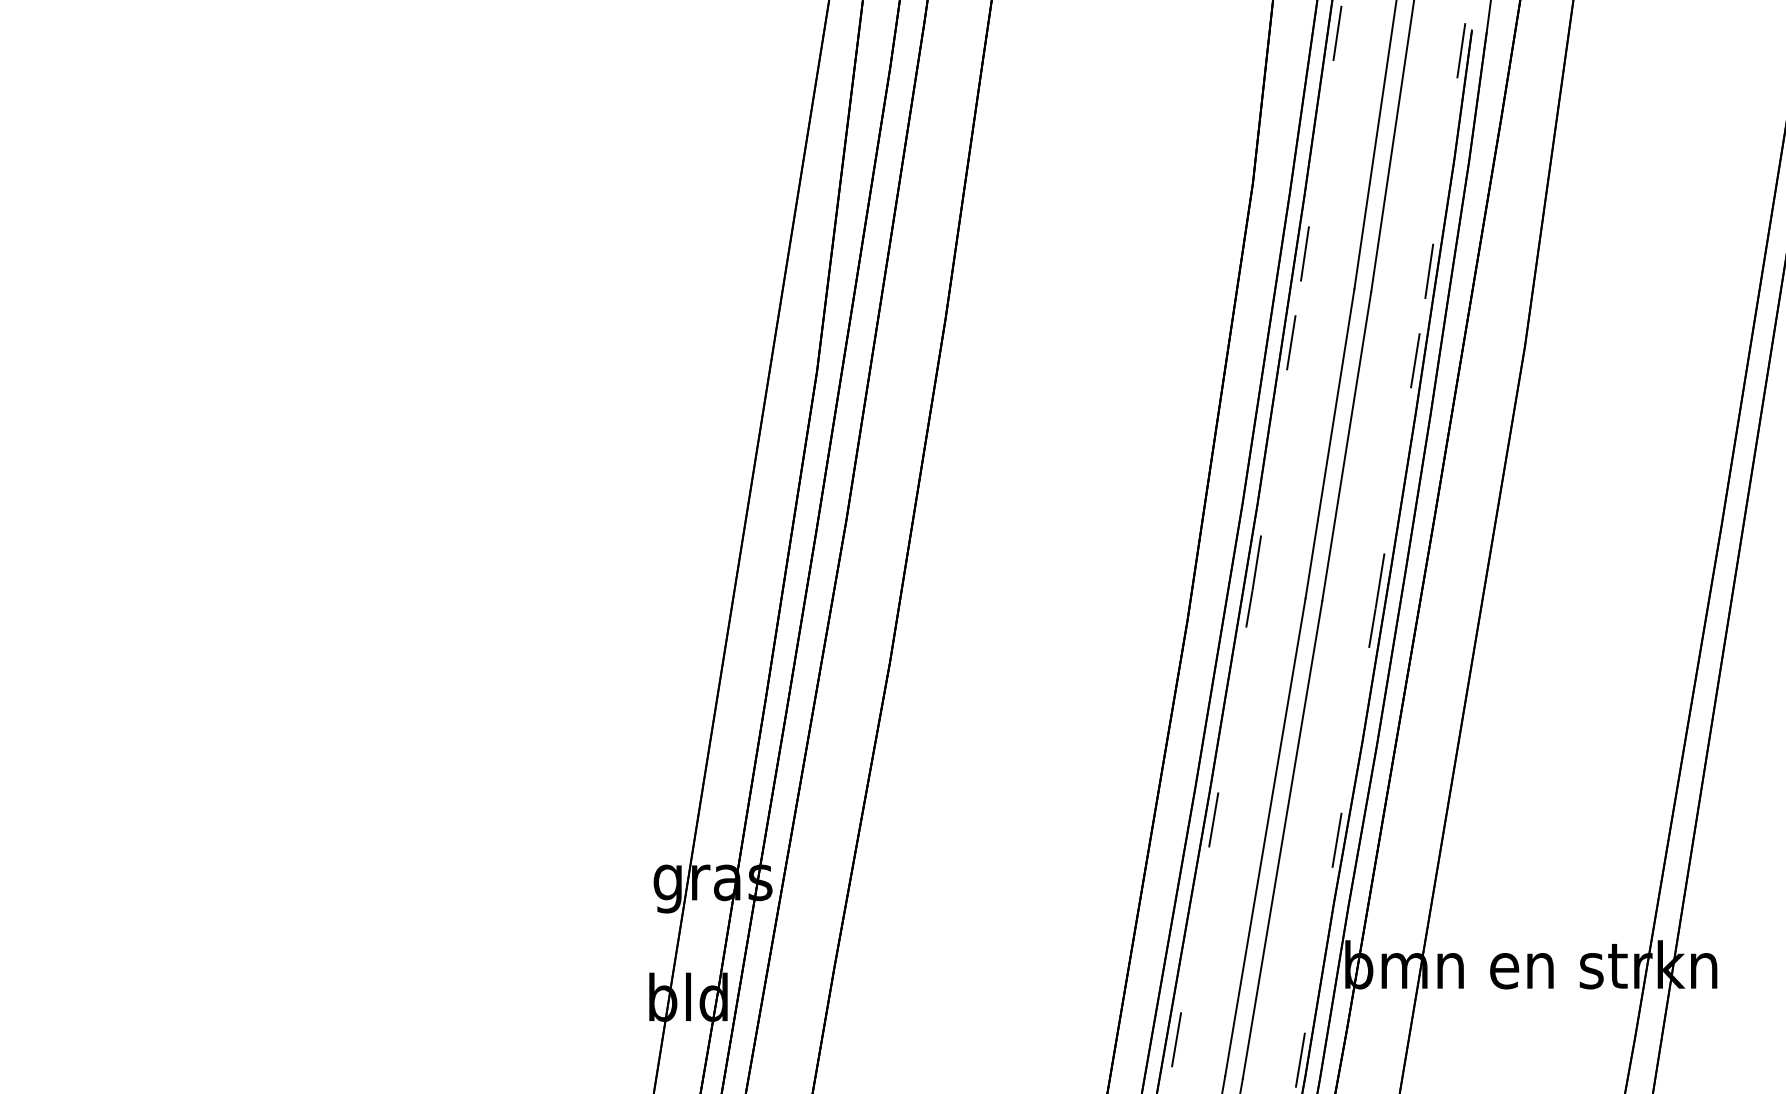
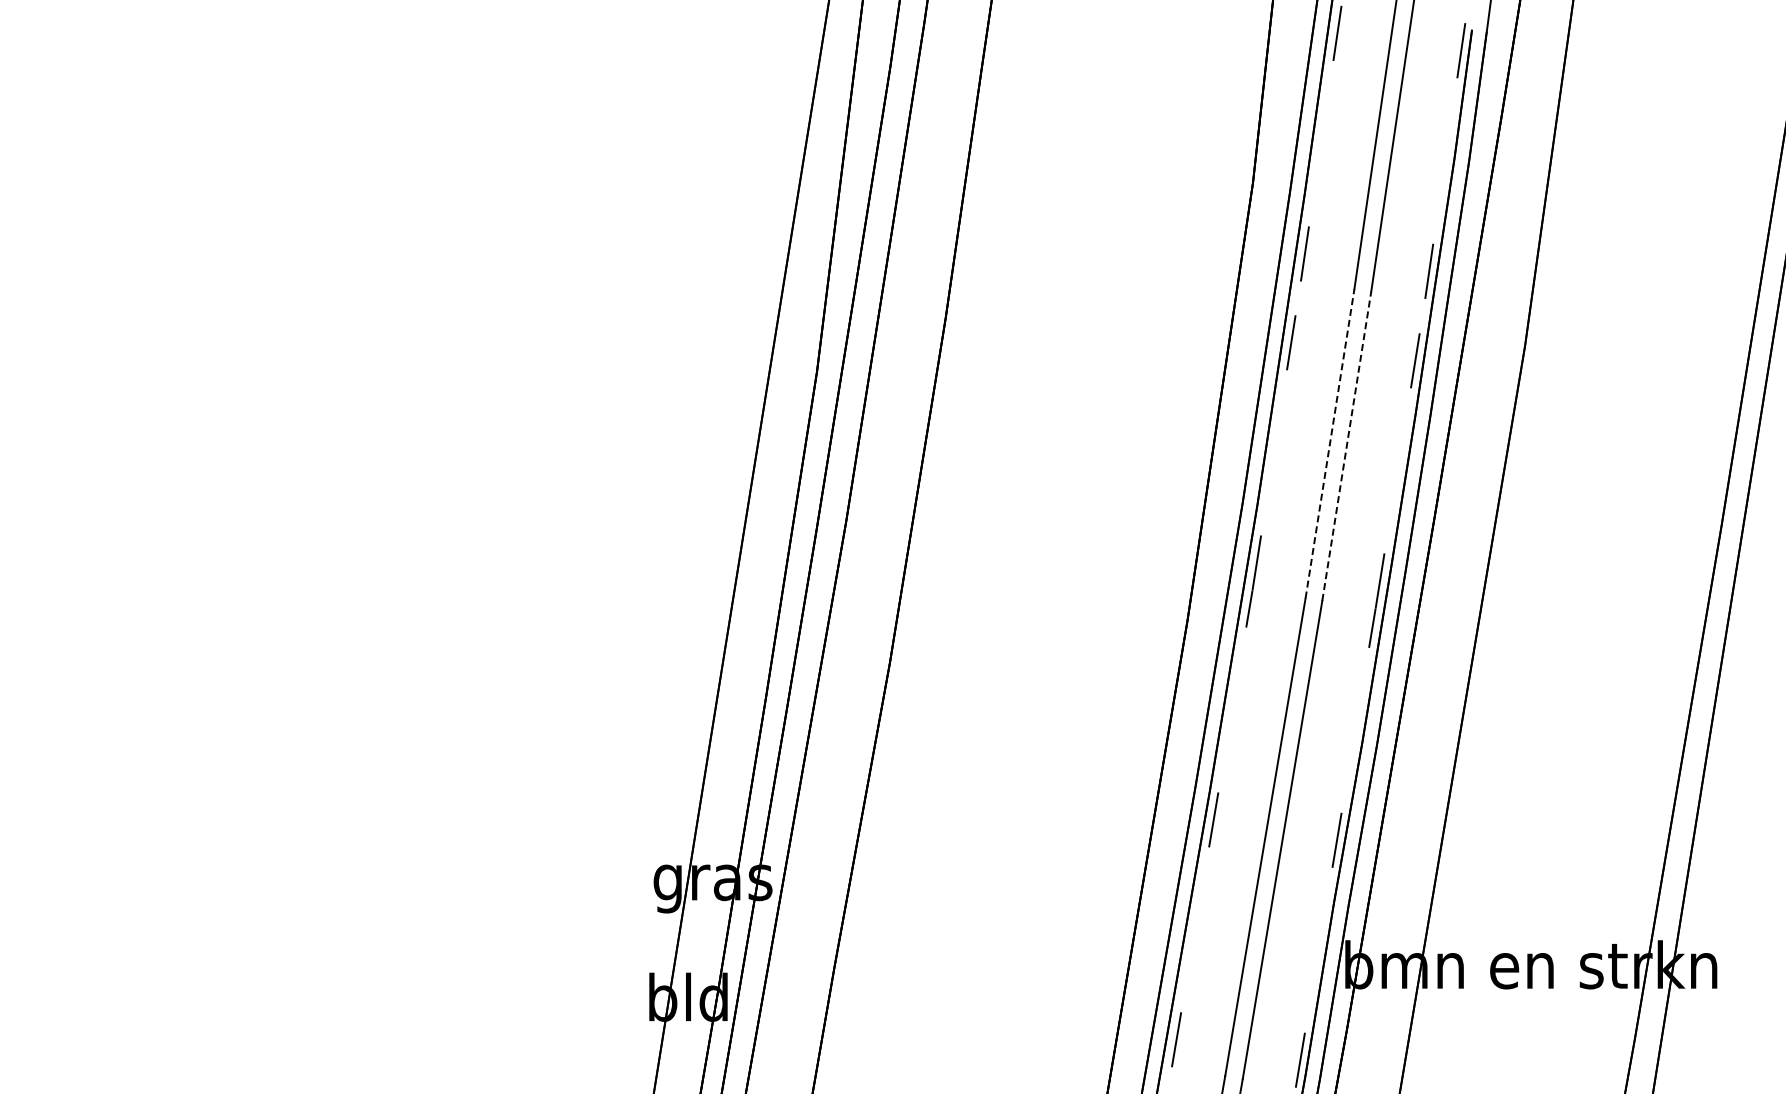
line at (1329, 443): solid -> dashed
line at (1346, 445): solid -> dashed
